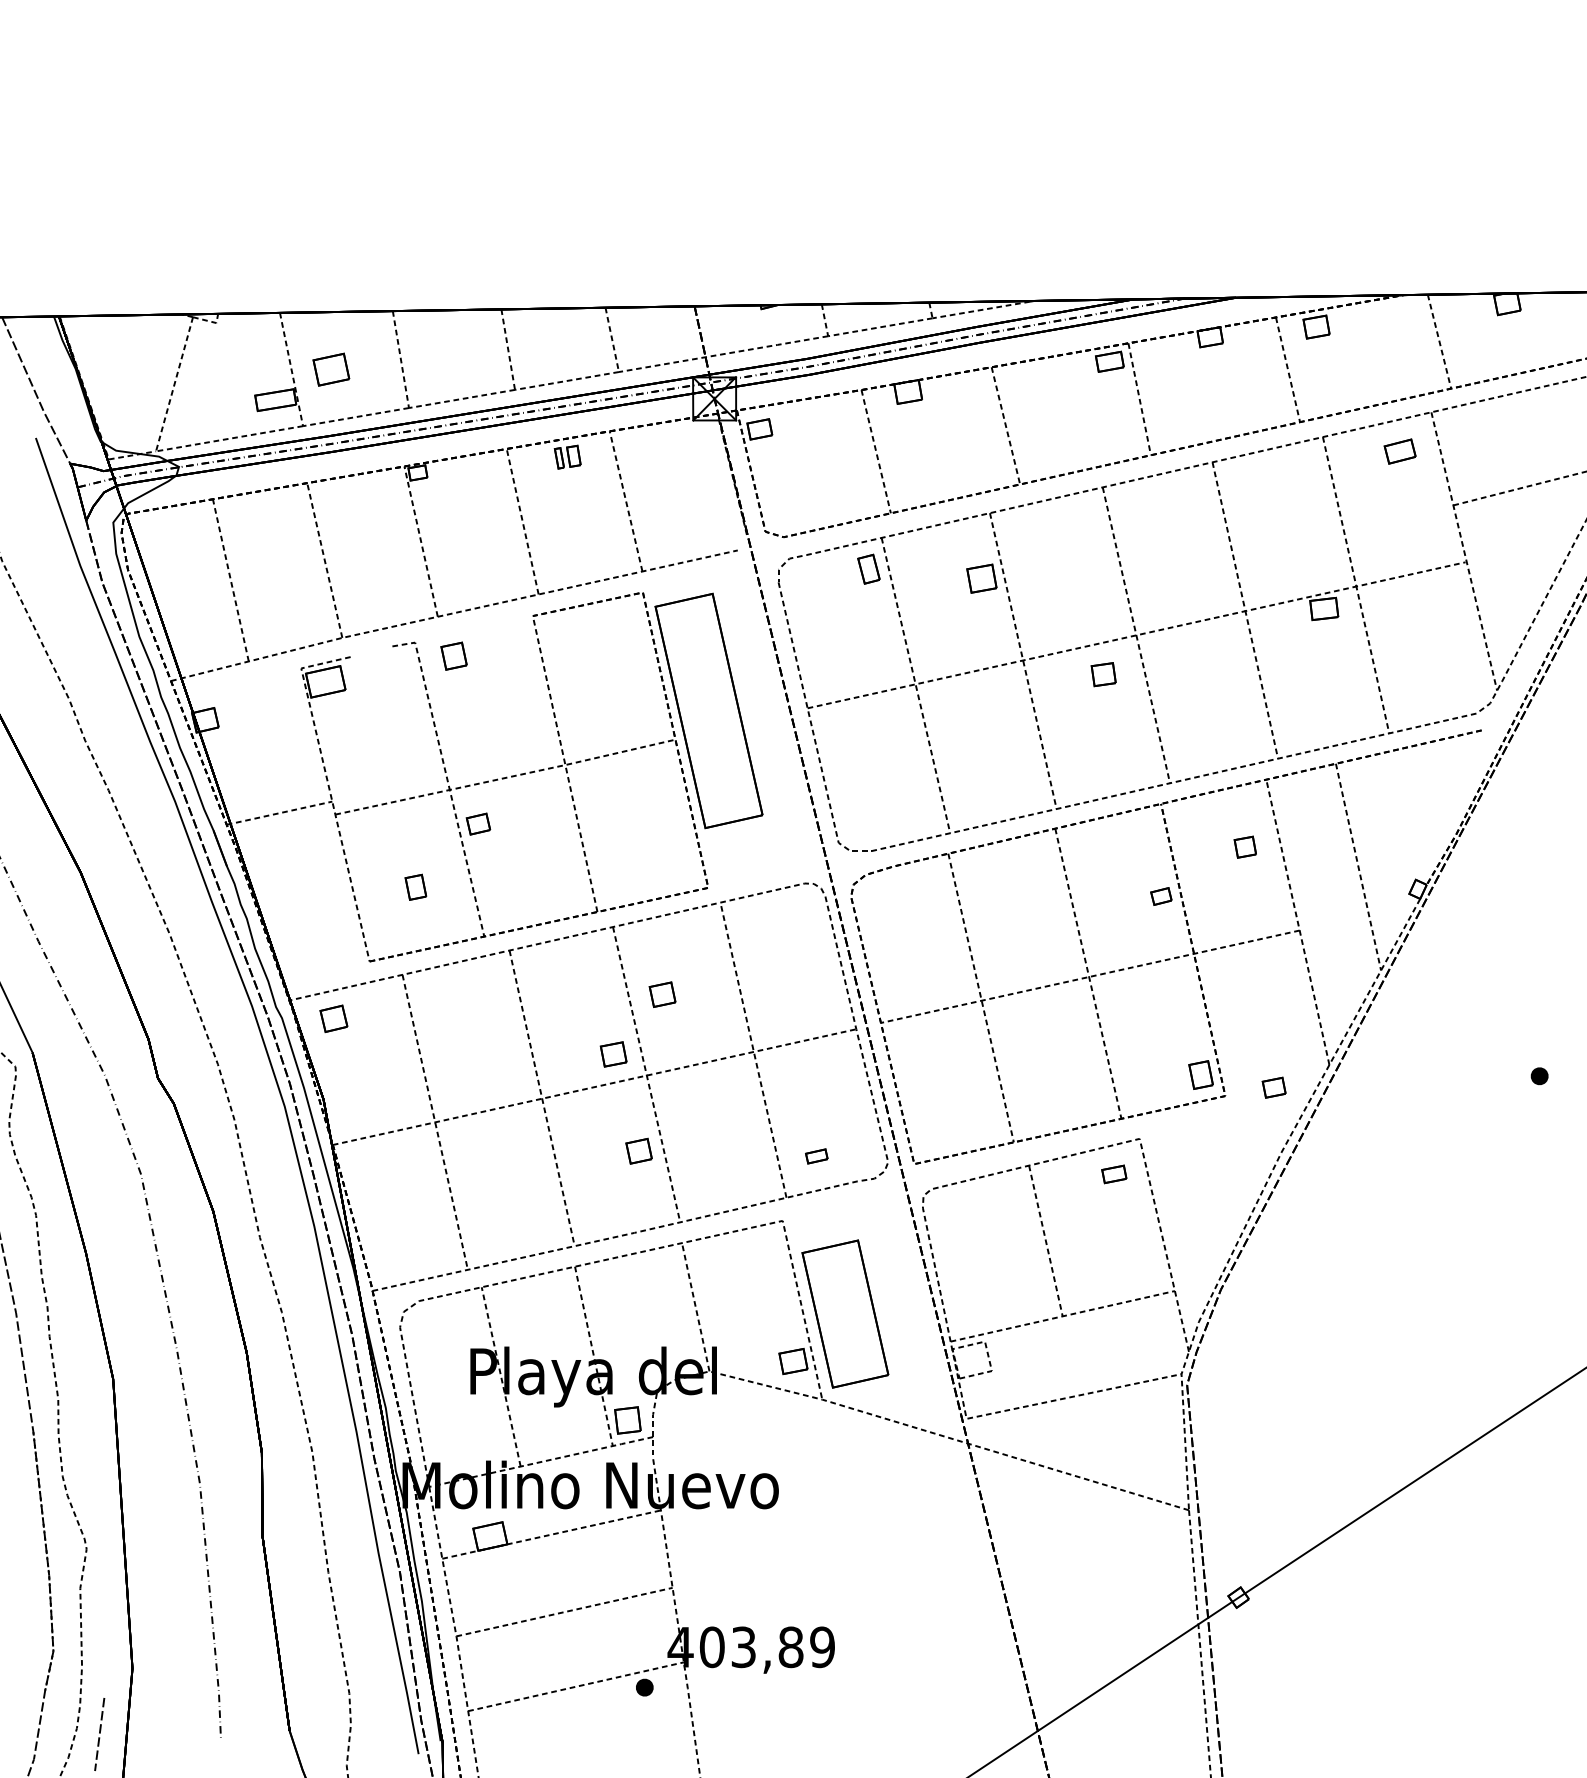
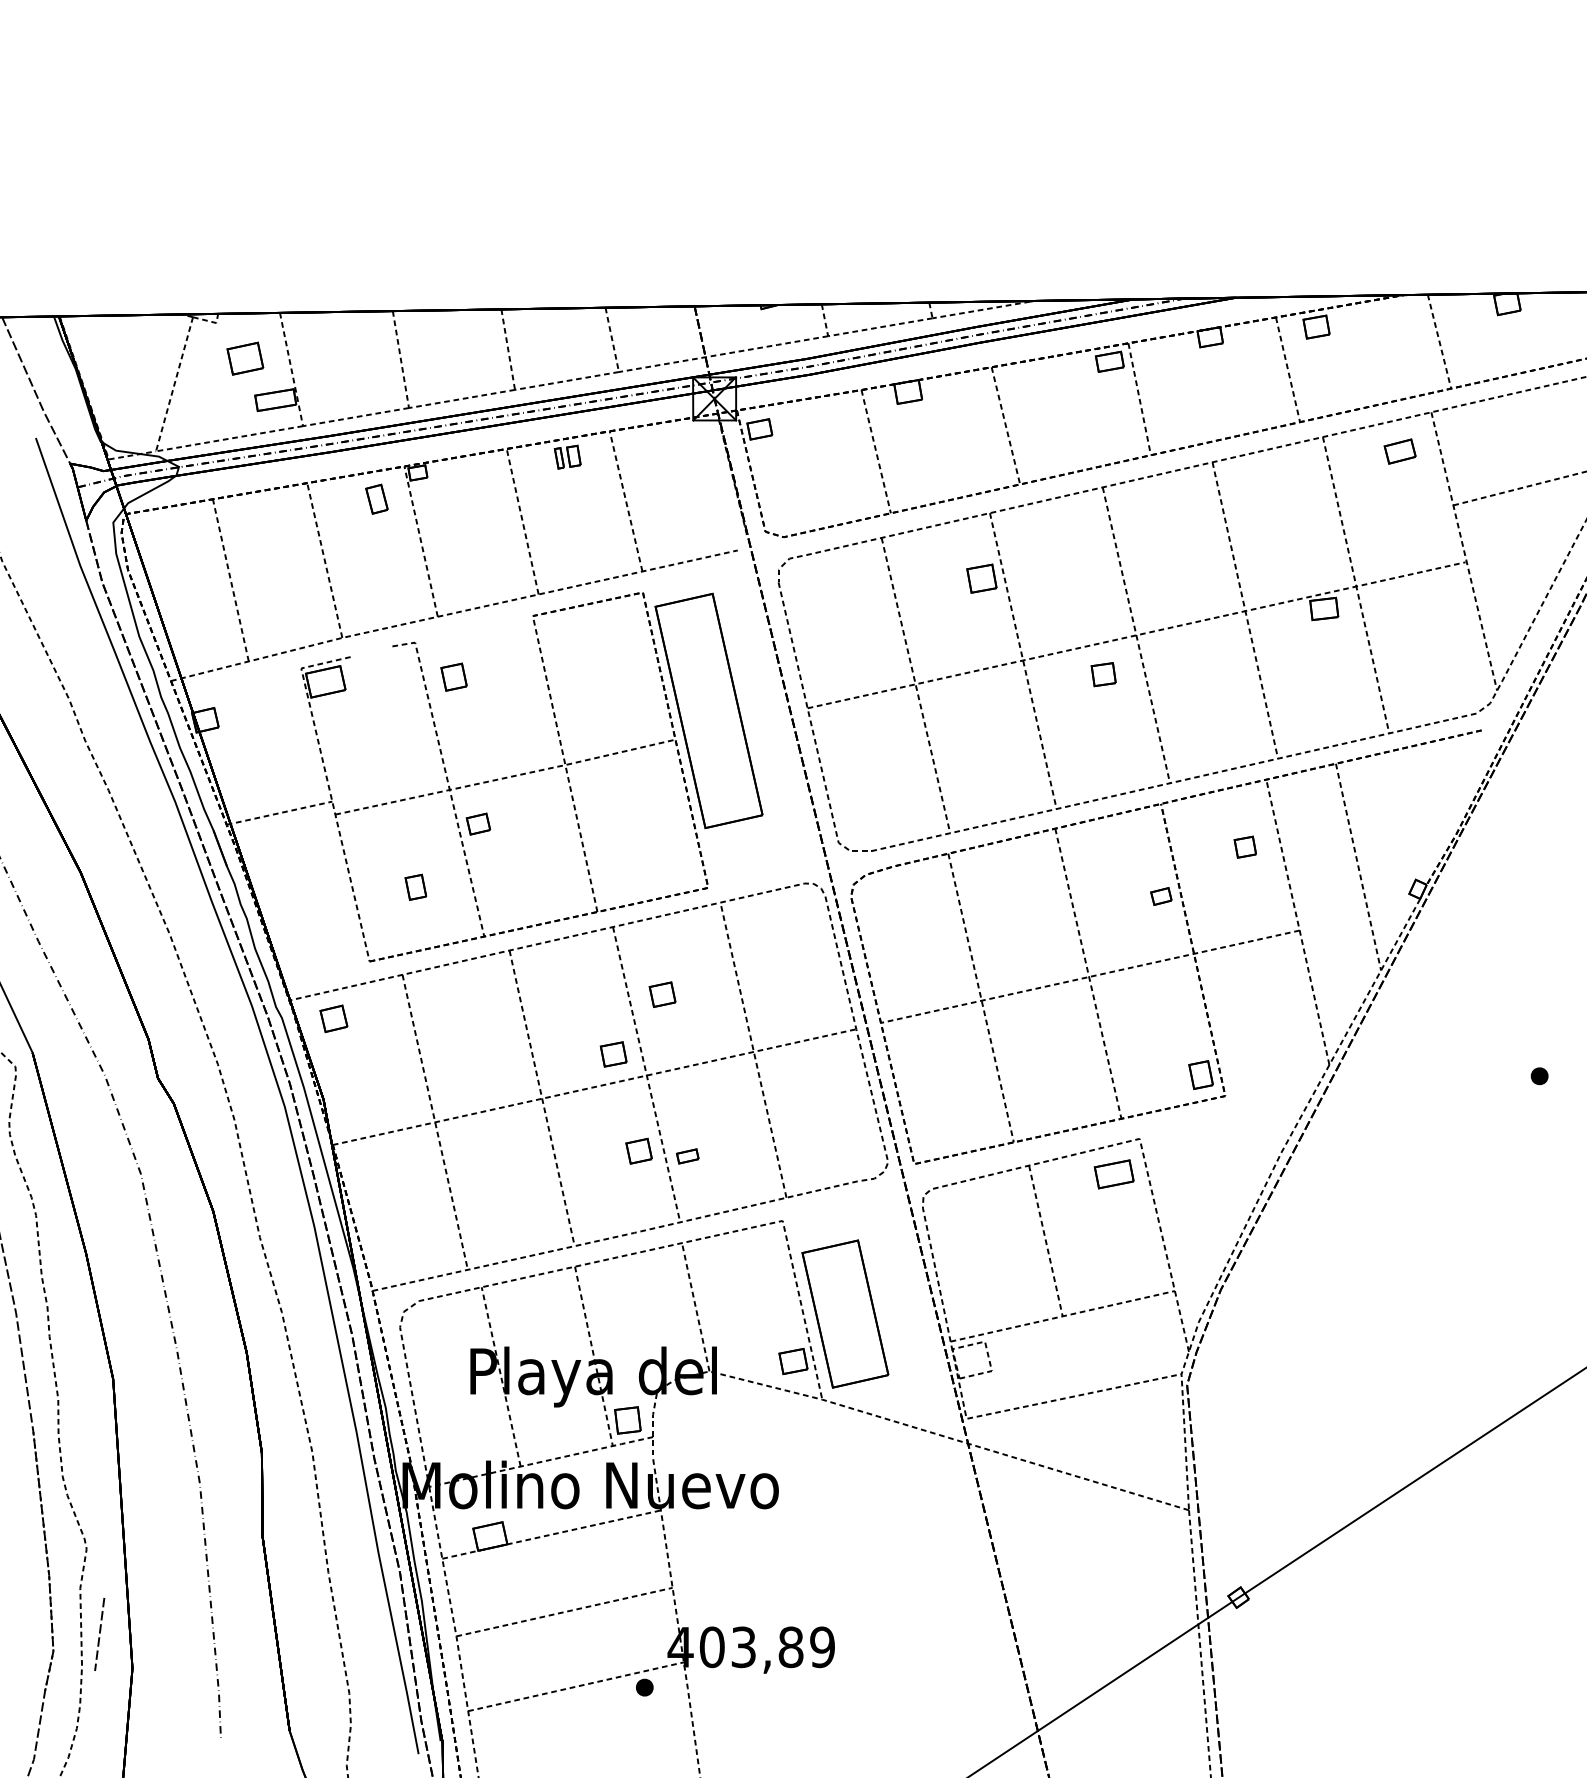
part at (331, 369) position: (331, 369) -> (245, 358)
part at (868, 568) position: (868, 568) -> (376, 498)
part at (453, 655) position: (453, 655) -> (453, 676)
part at (1273, 1087): present -> none
part at (816, 1156) position: (816, 1156) -> (687, 1156)
part at (1114, 1174) size: 27x21 px -> 42x31 px
line at (99, 1733) position: (99, 1733) -> (99, 1633)
